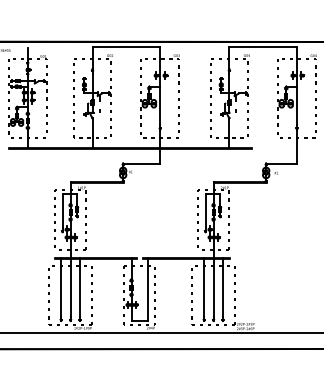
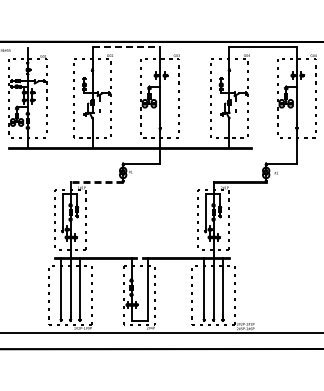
line at (126, 46): solid -> dashed
line at (96, 182): solid -> dashed
